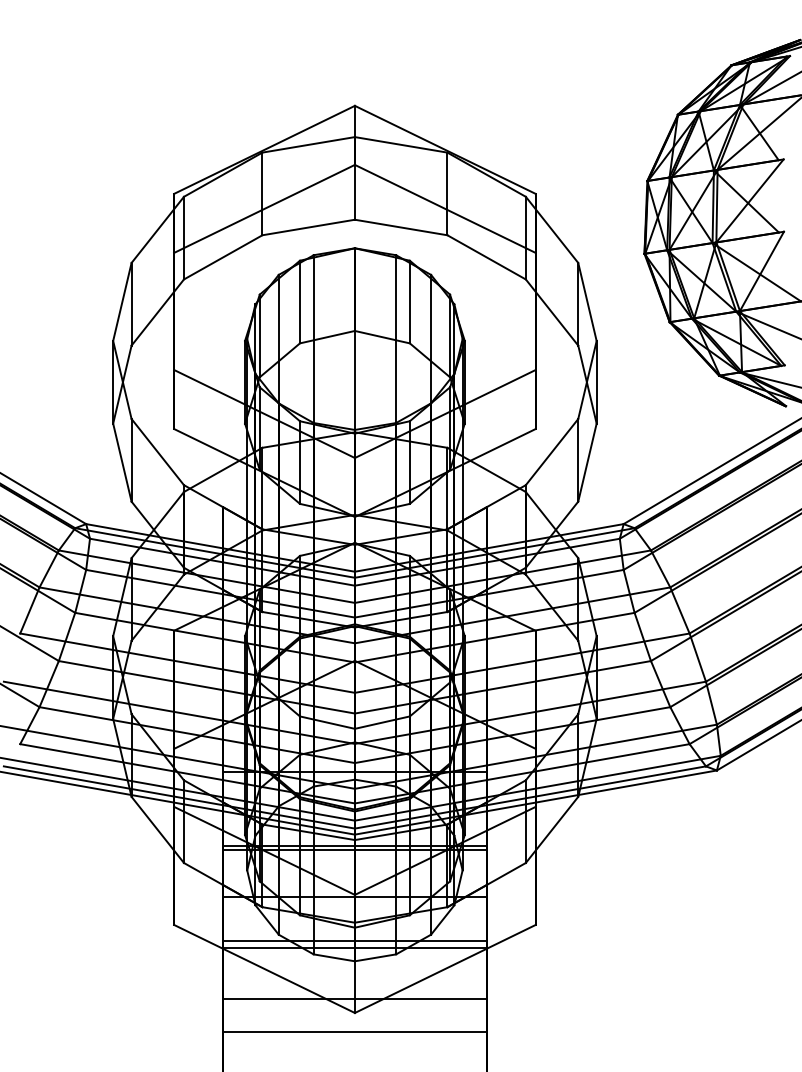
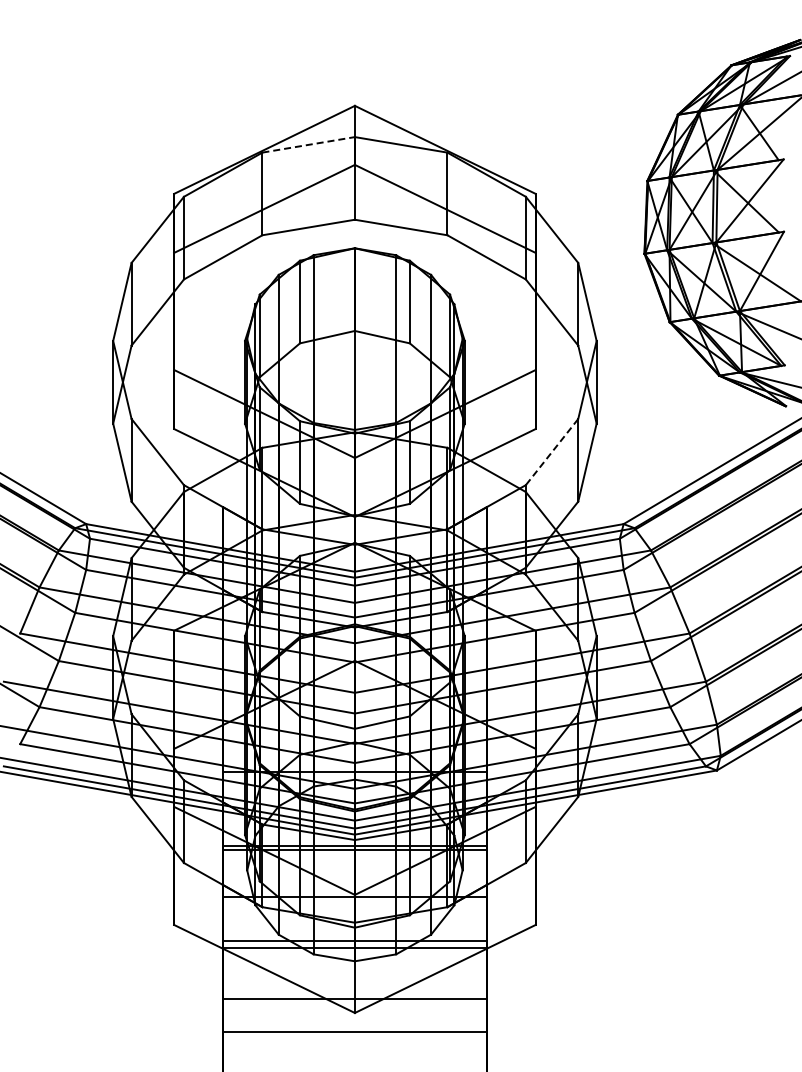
line at (308, 144): solid -> dashed
line at (551, 452): solid -> dashed
